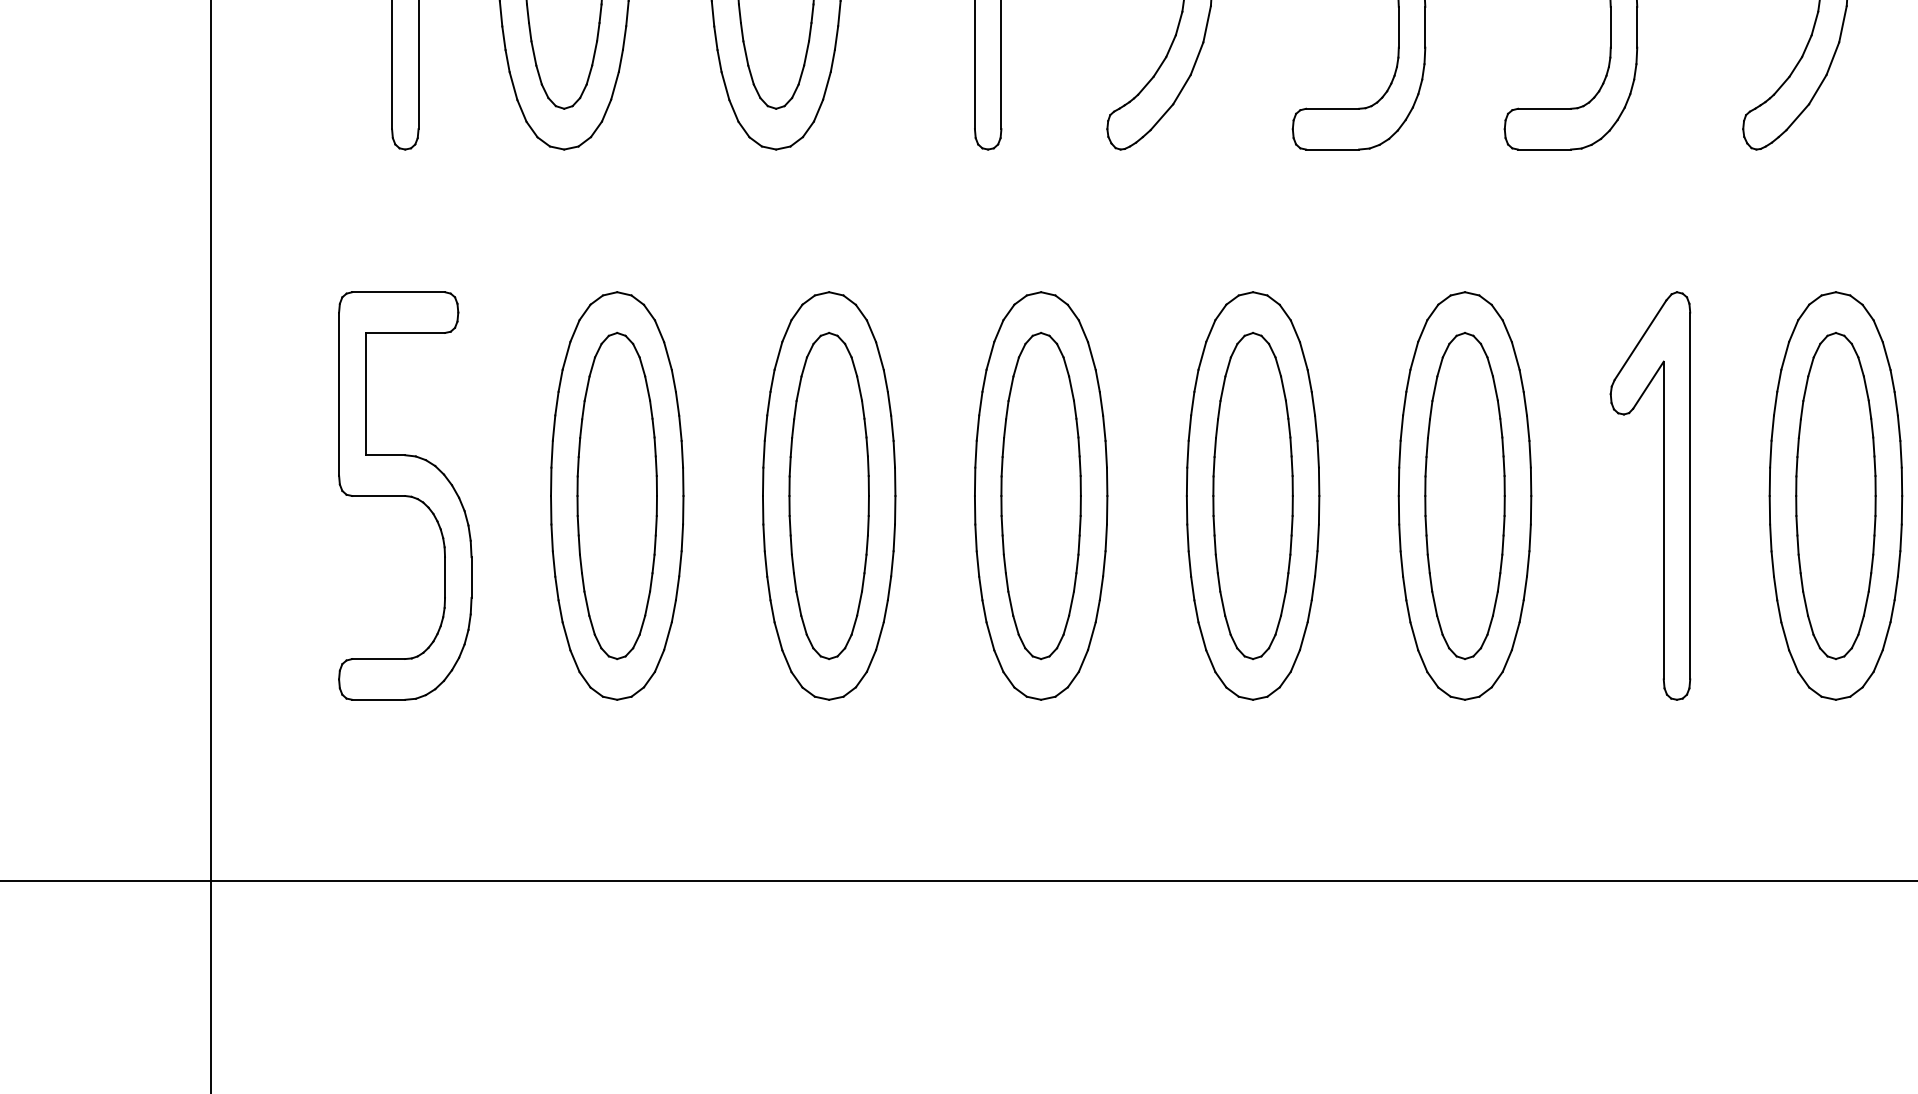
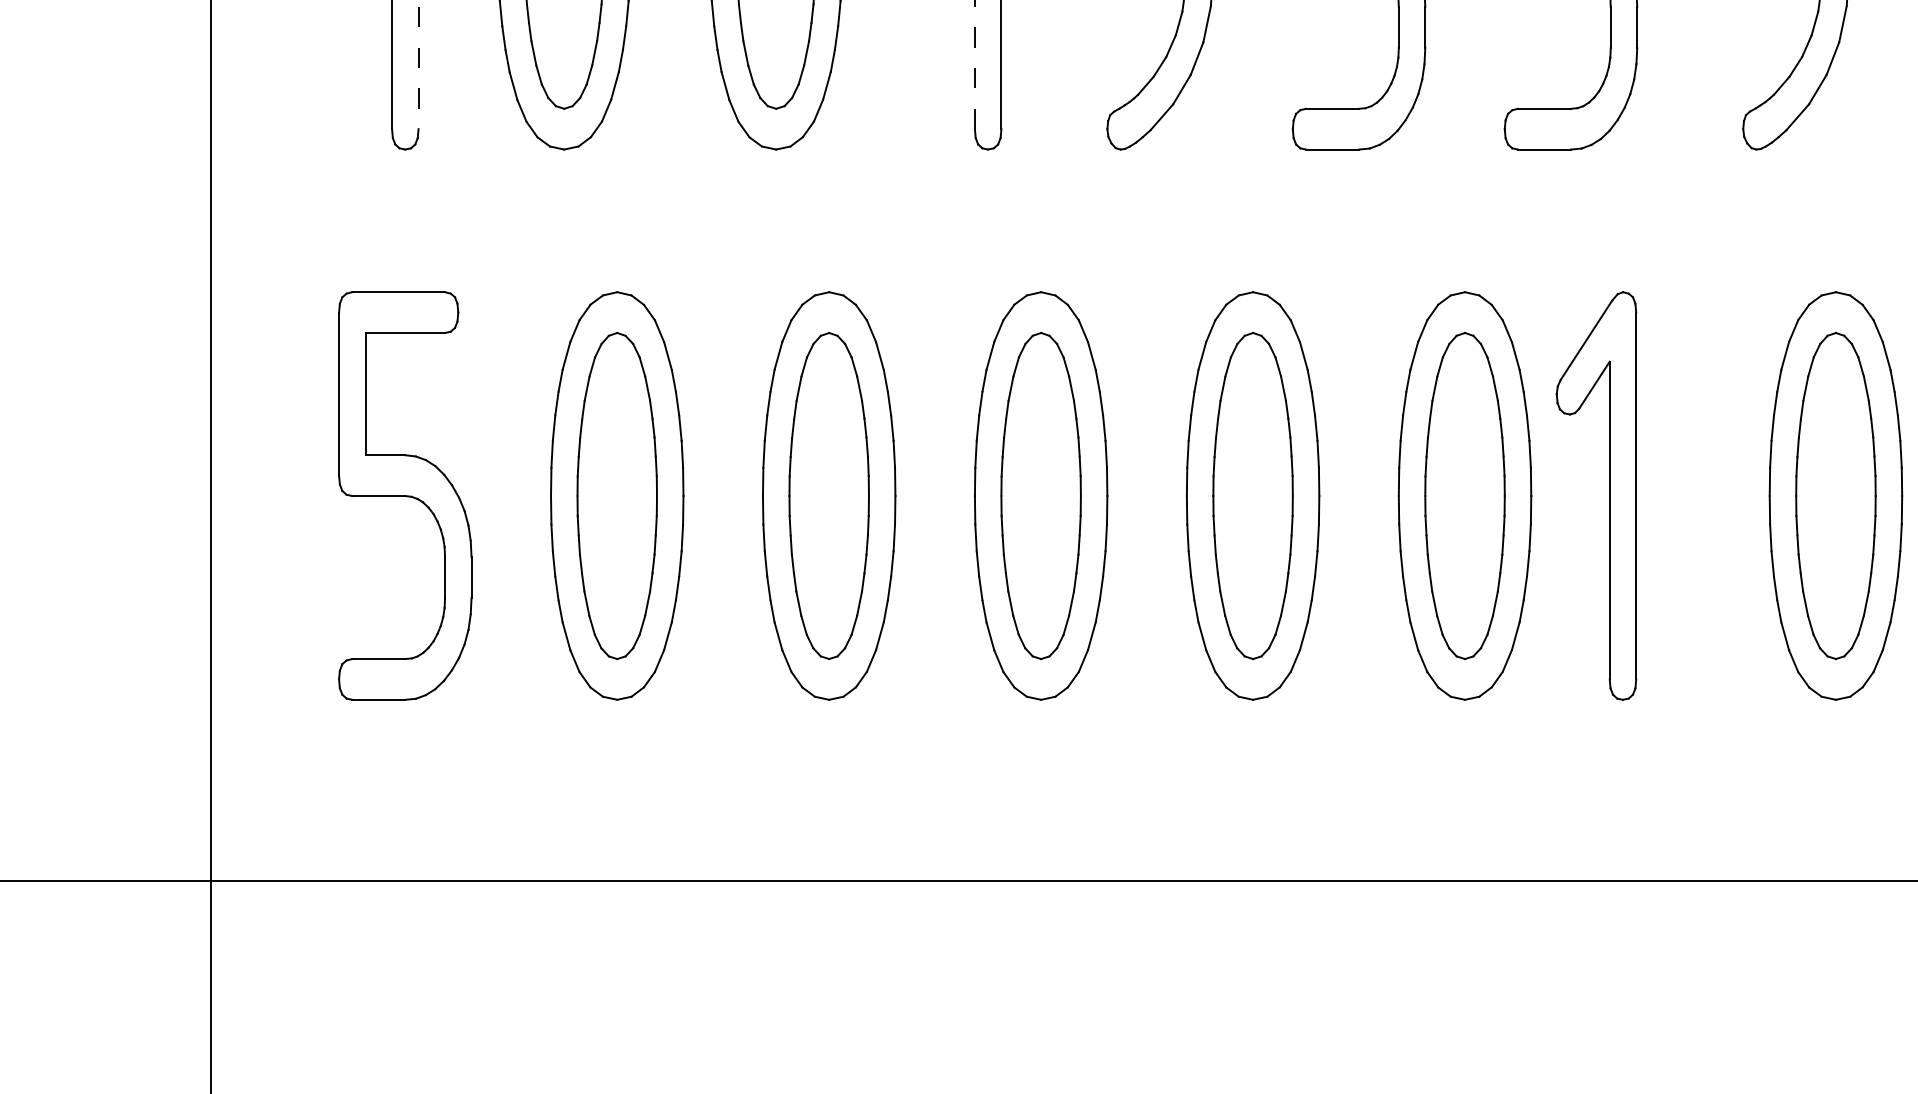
line at (974, 64): solid -> dashed
line at (418, 65): solid -> dashed
part at (1663, 495) position: (1663, 495) -> (1609, 495)
